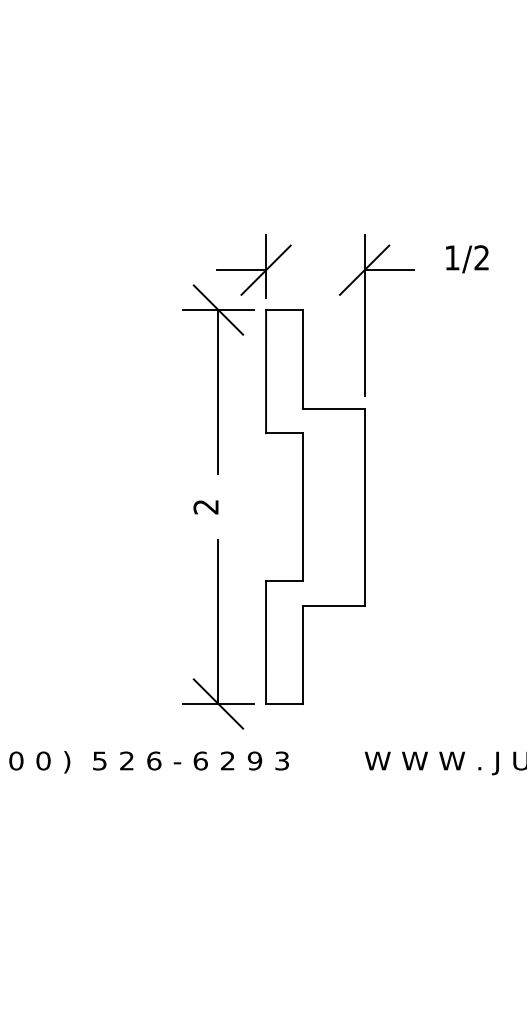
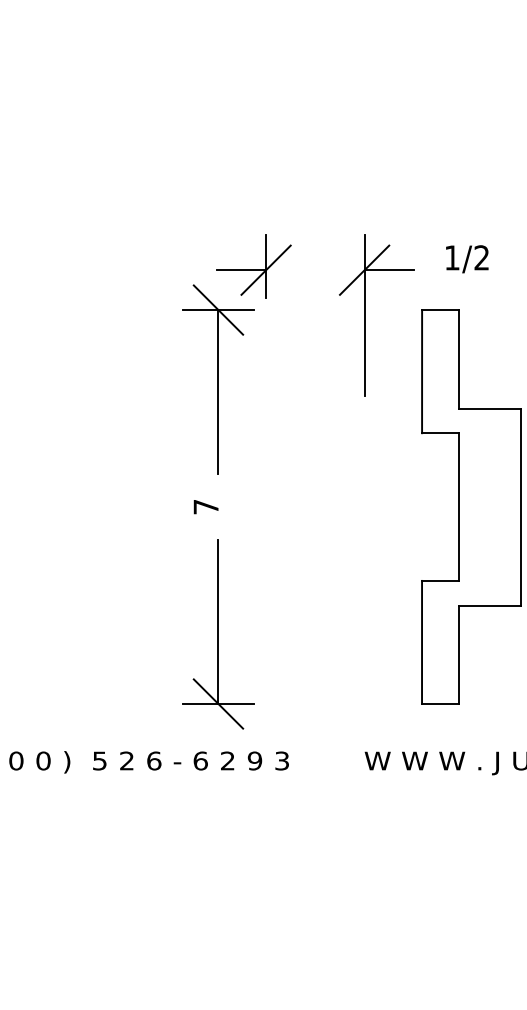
part at (315, 506) position: (315, 506) -> (471, 506)
text at (205, 507): 2 -> 7
